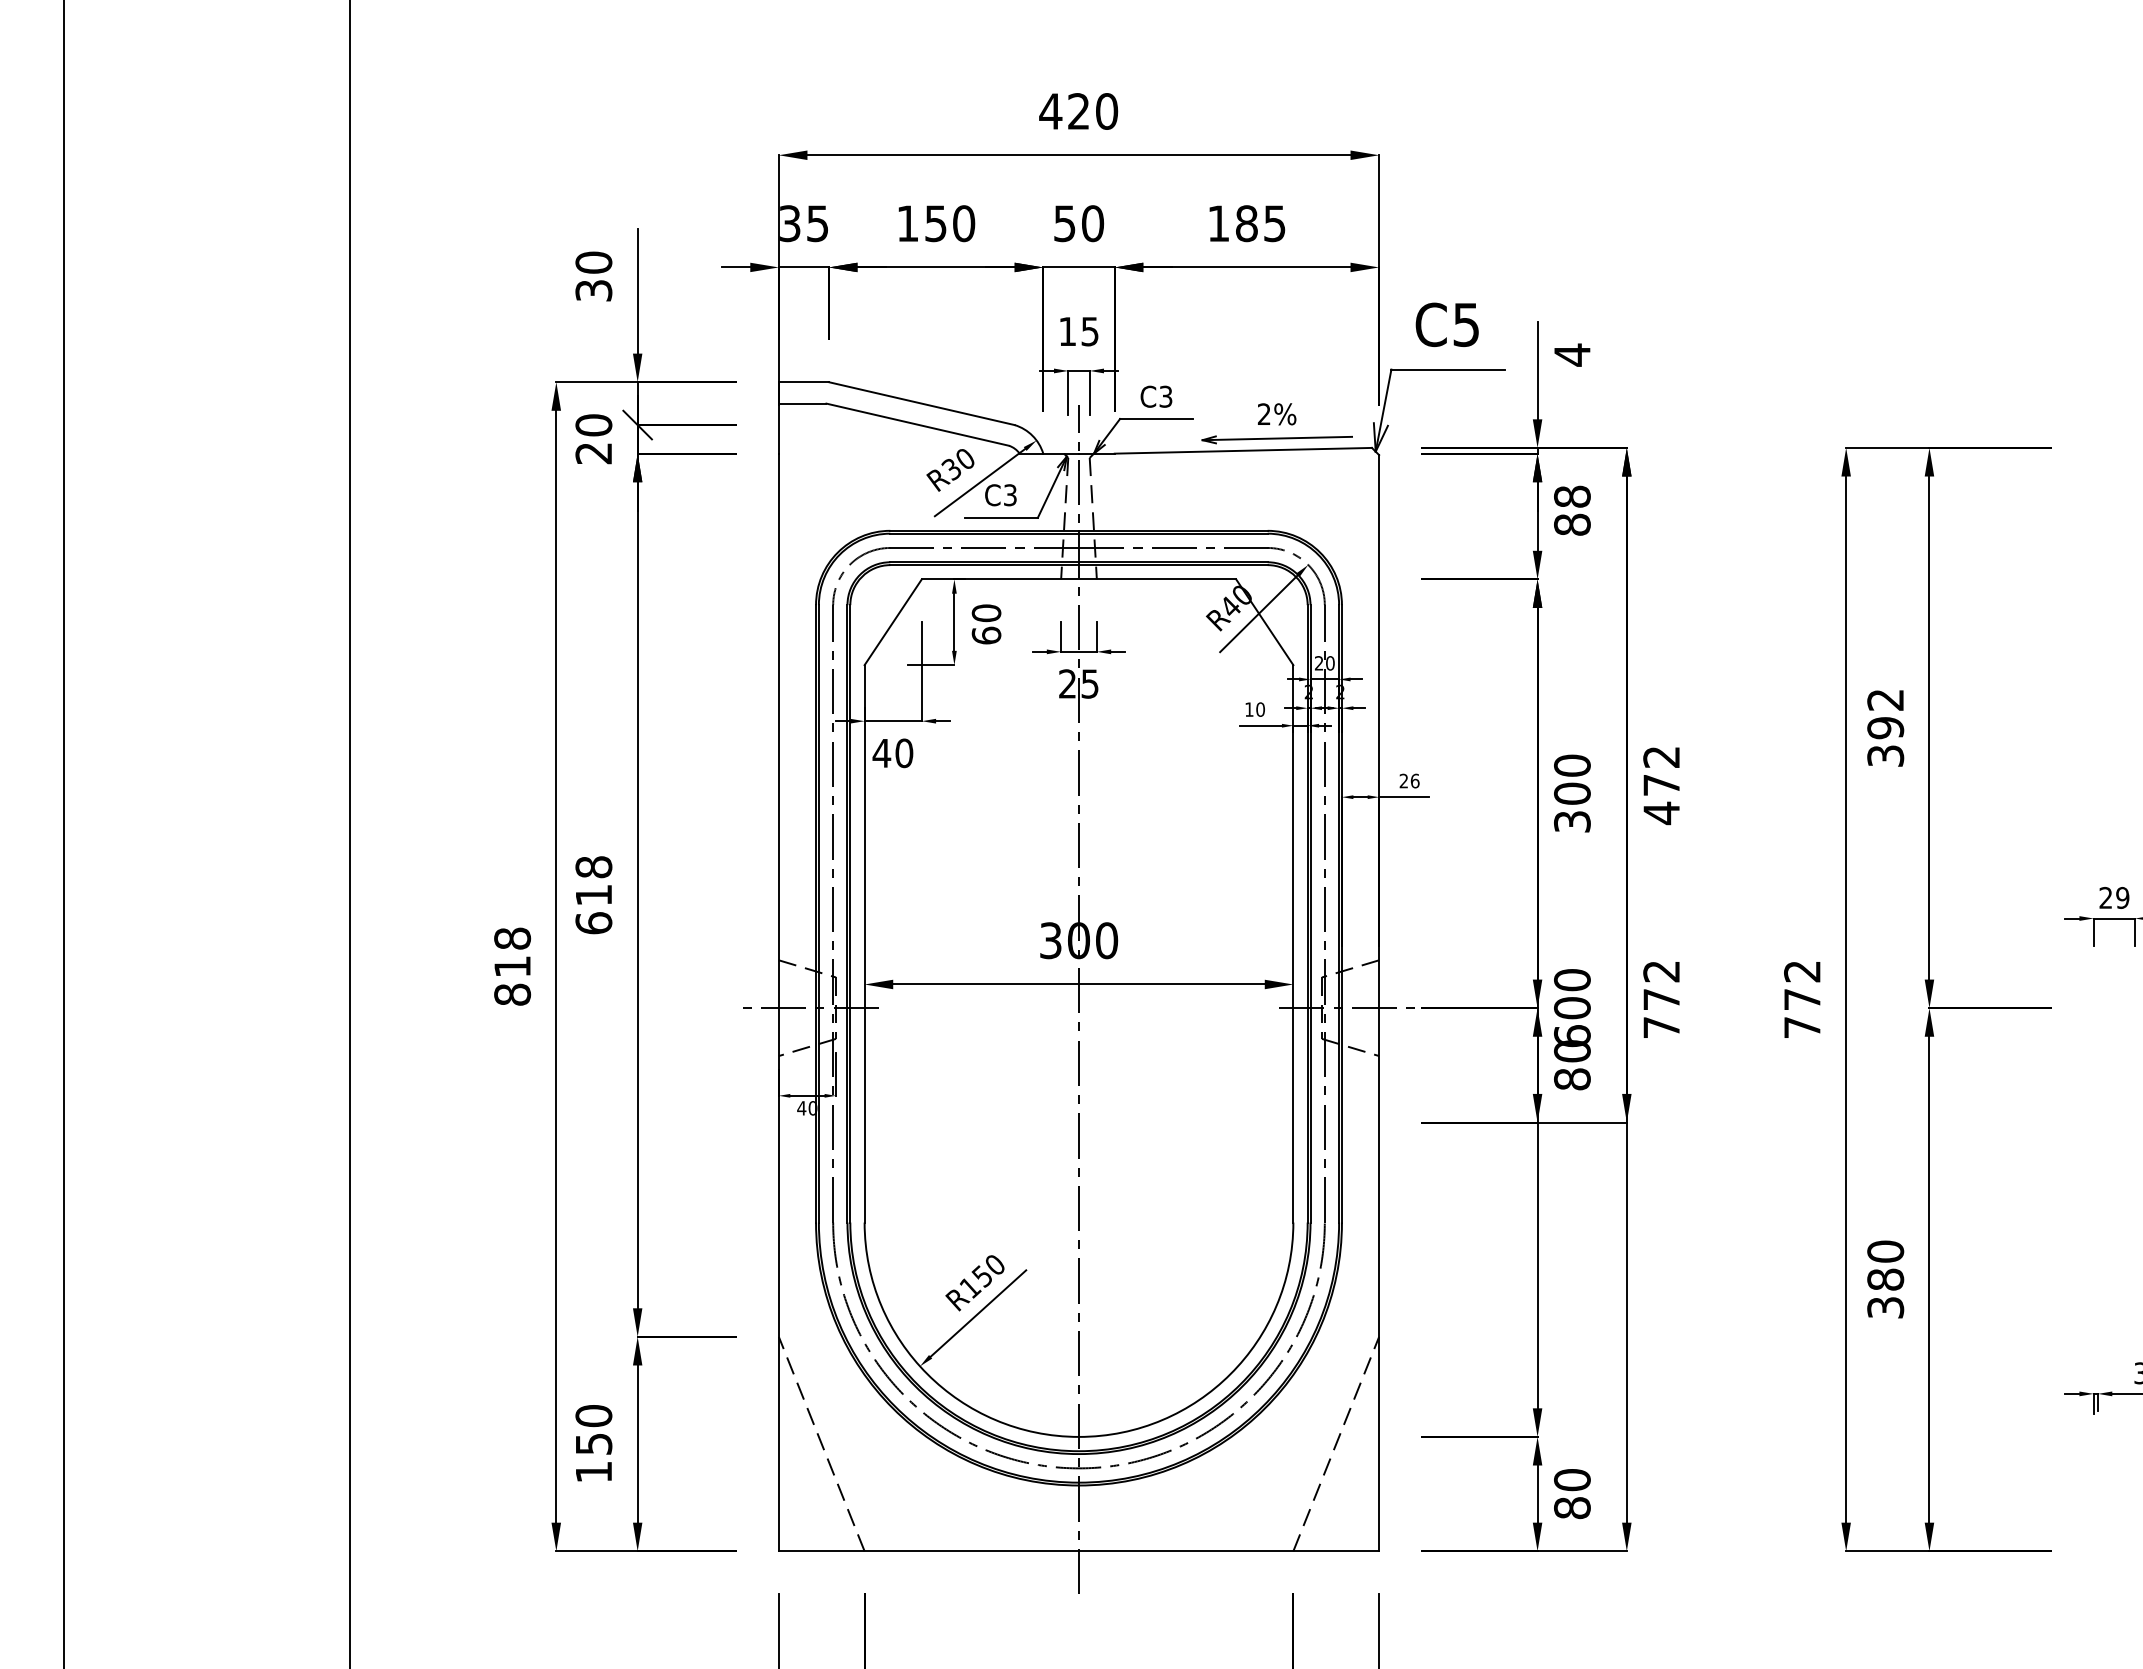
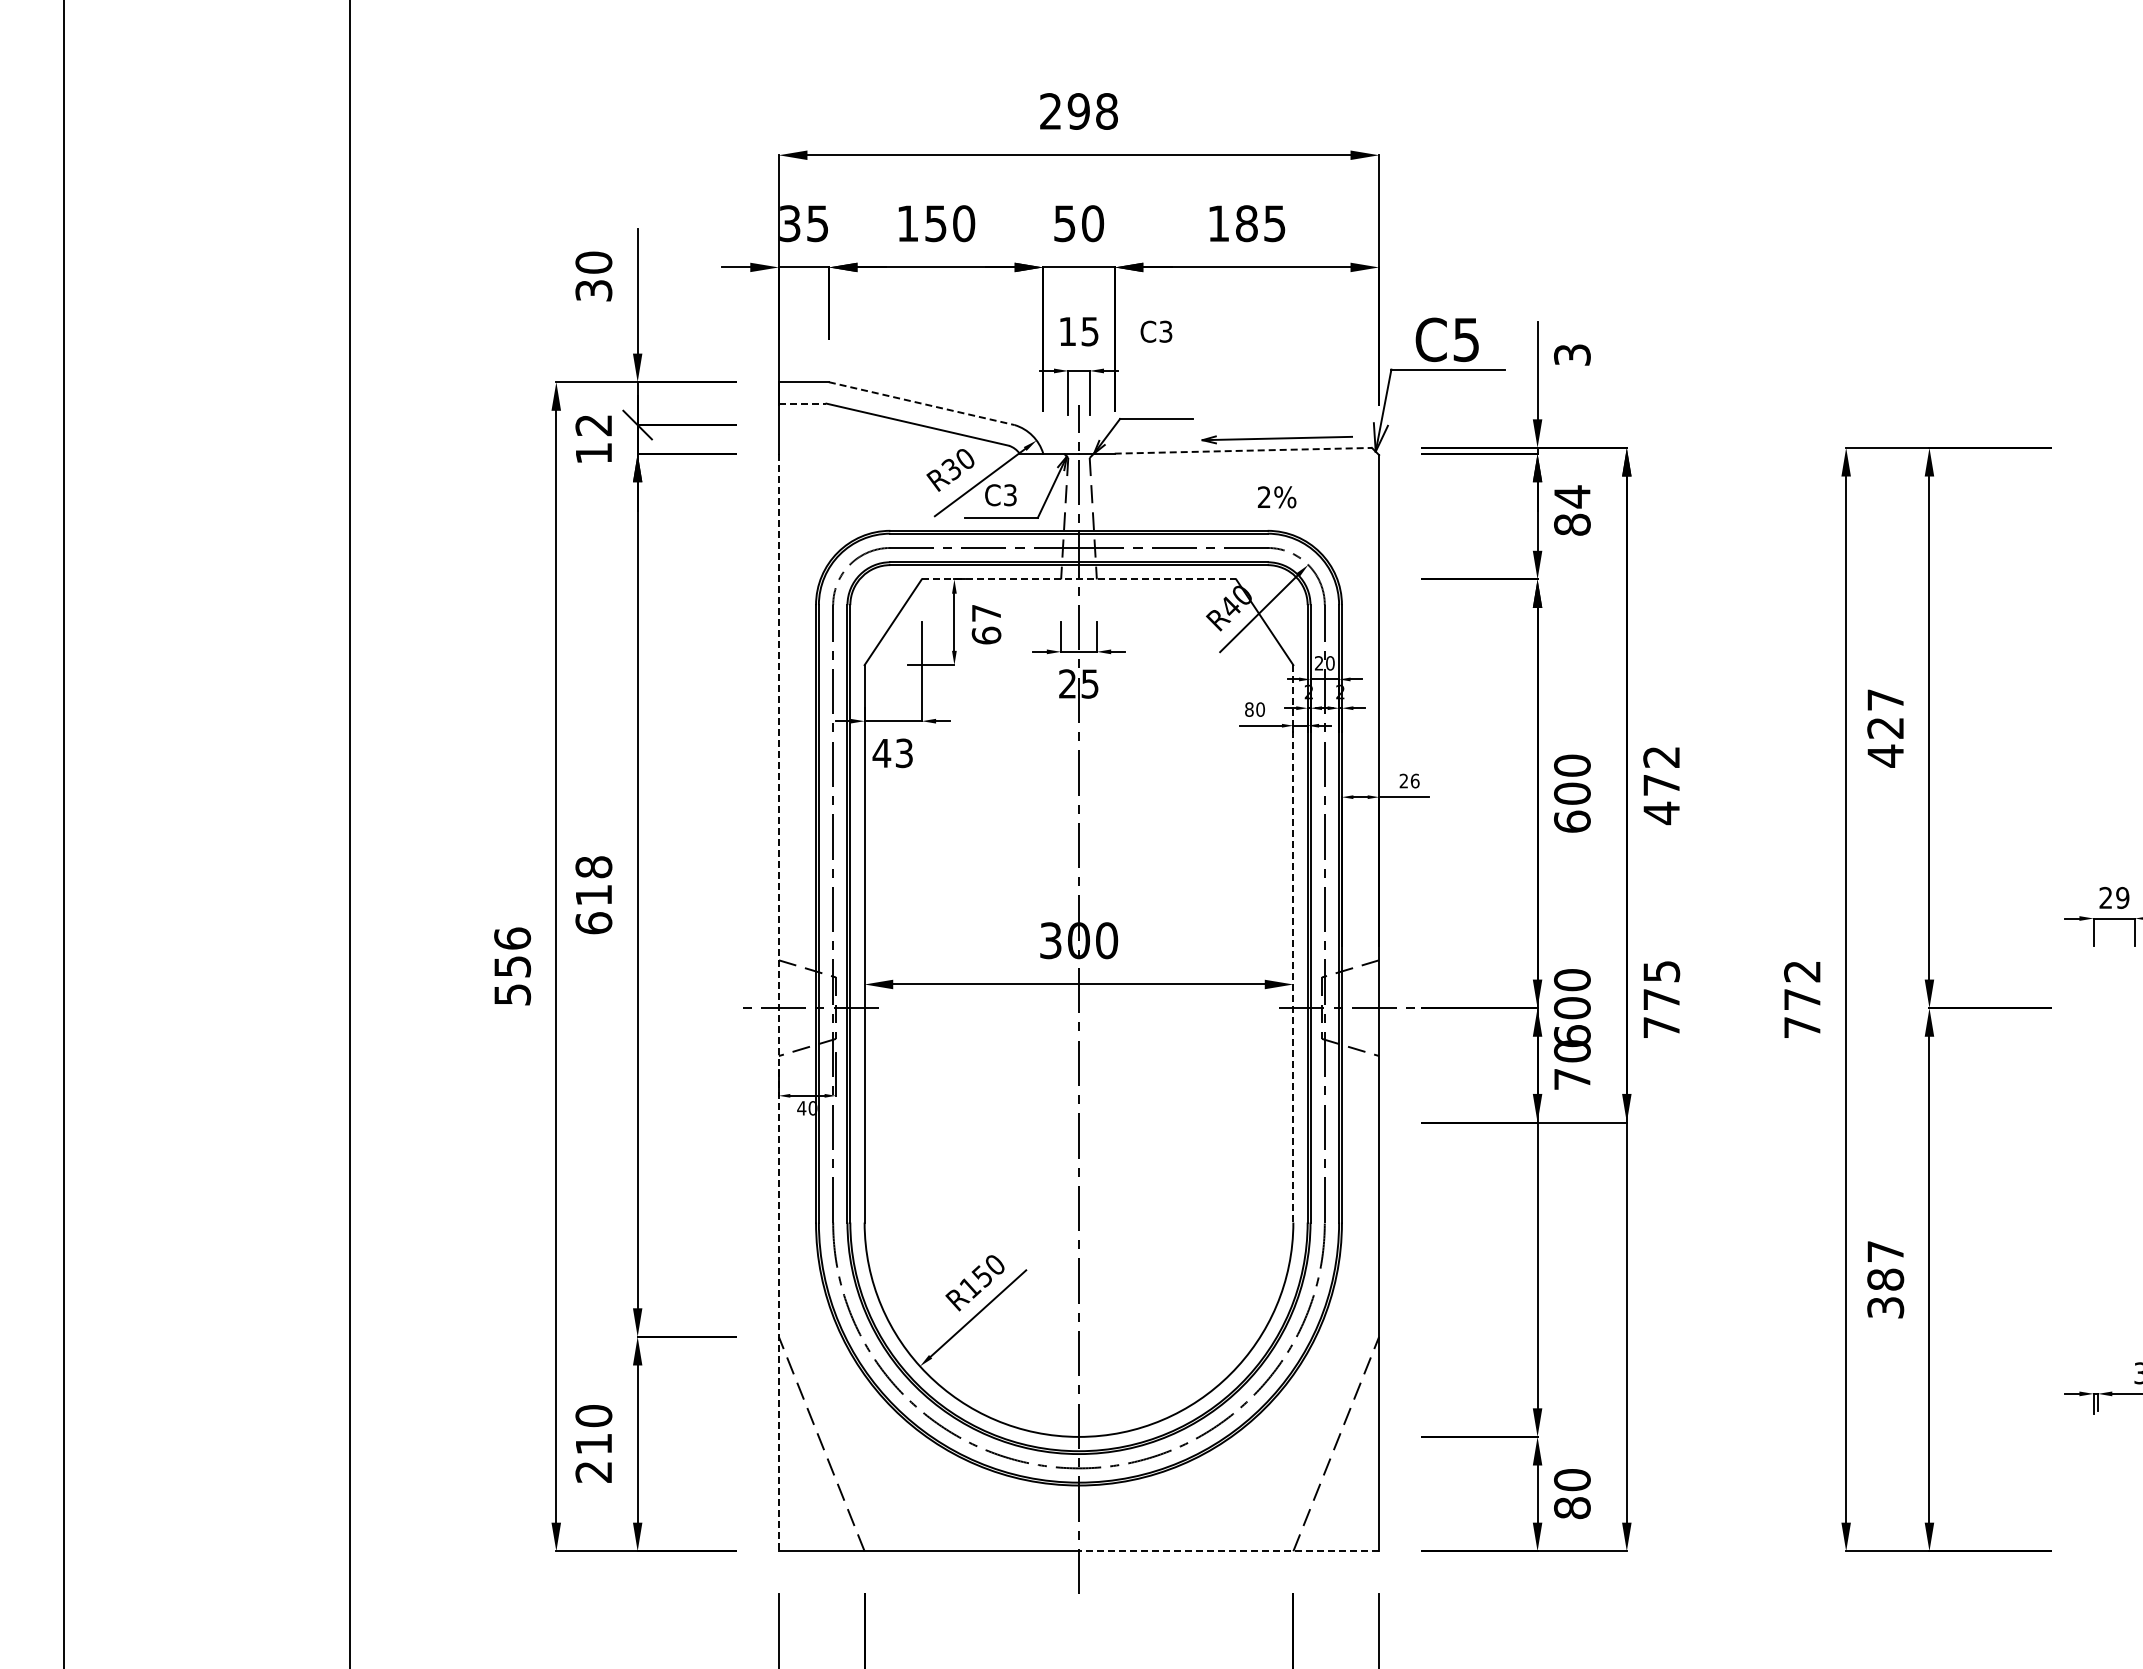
text at (1078, 111): 420 -> 298
text at (1446, 324) position: (1446, 324) -> (1446, 339)
text at (1572, 354): 4 -> 3
text at (1156, 396) position: (1156, 396) -> (1156, 331)
line at (802, 403): solid -> dashed
line at (922, 403): solid -> dashed
text at (1277, 414) position: (1277, 414) -> (1277, 497)
text at (593, 439): 20 -> 12
line at (1243, 450): solid -> dashed
text at (1572, 496): 88 -> 84
line at (1079, 579): solid -> dashed
text at (986, 613): 60 -> 67
text at (1249, 709): 10 -> 80
text at (1885, 728): 392 -> 427
text at (904, 753): 40 -> 43
text at (1572, 821): 300 -> 600
line at (1293, 943): solid -> dashed
text at (512, 966): 818 -> 556
text at (1661, 971): 772 -> 775
line at (778, 1002): solid -> dashed
text at (1572, 1079): 80 -> 70
text at (1885, 1251): 380 -> 387
text at (593, 1458): 150 -> 210
line at (1228, 1551): solid -> dashed
